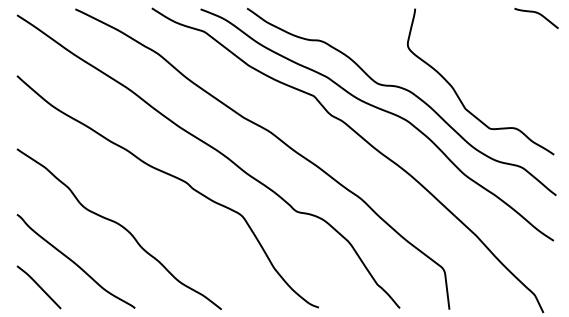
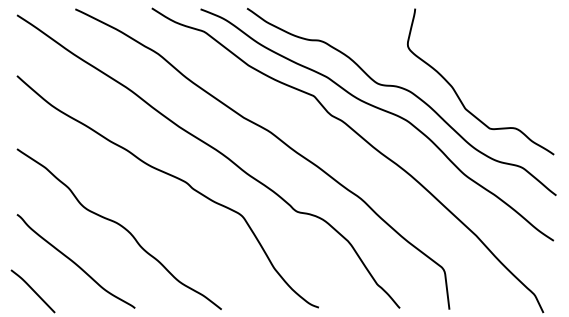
curve at (538, 14): present -> none
curve at (38, 286) position: (38, 286) -> (32, 290)
